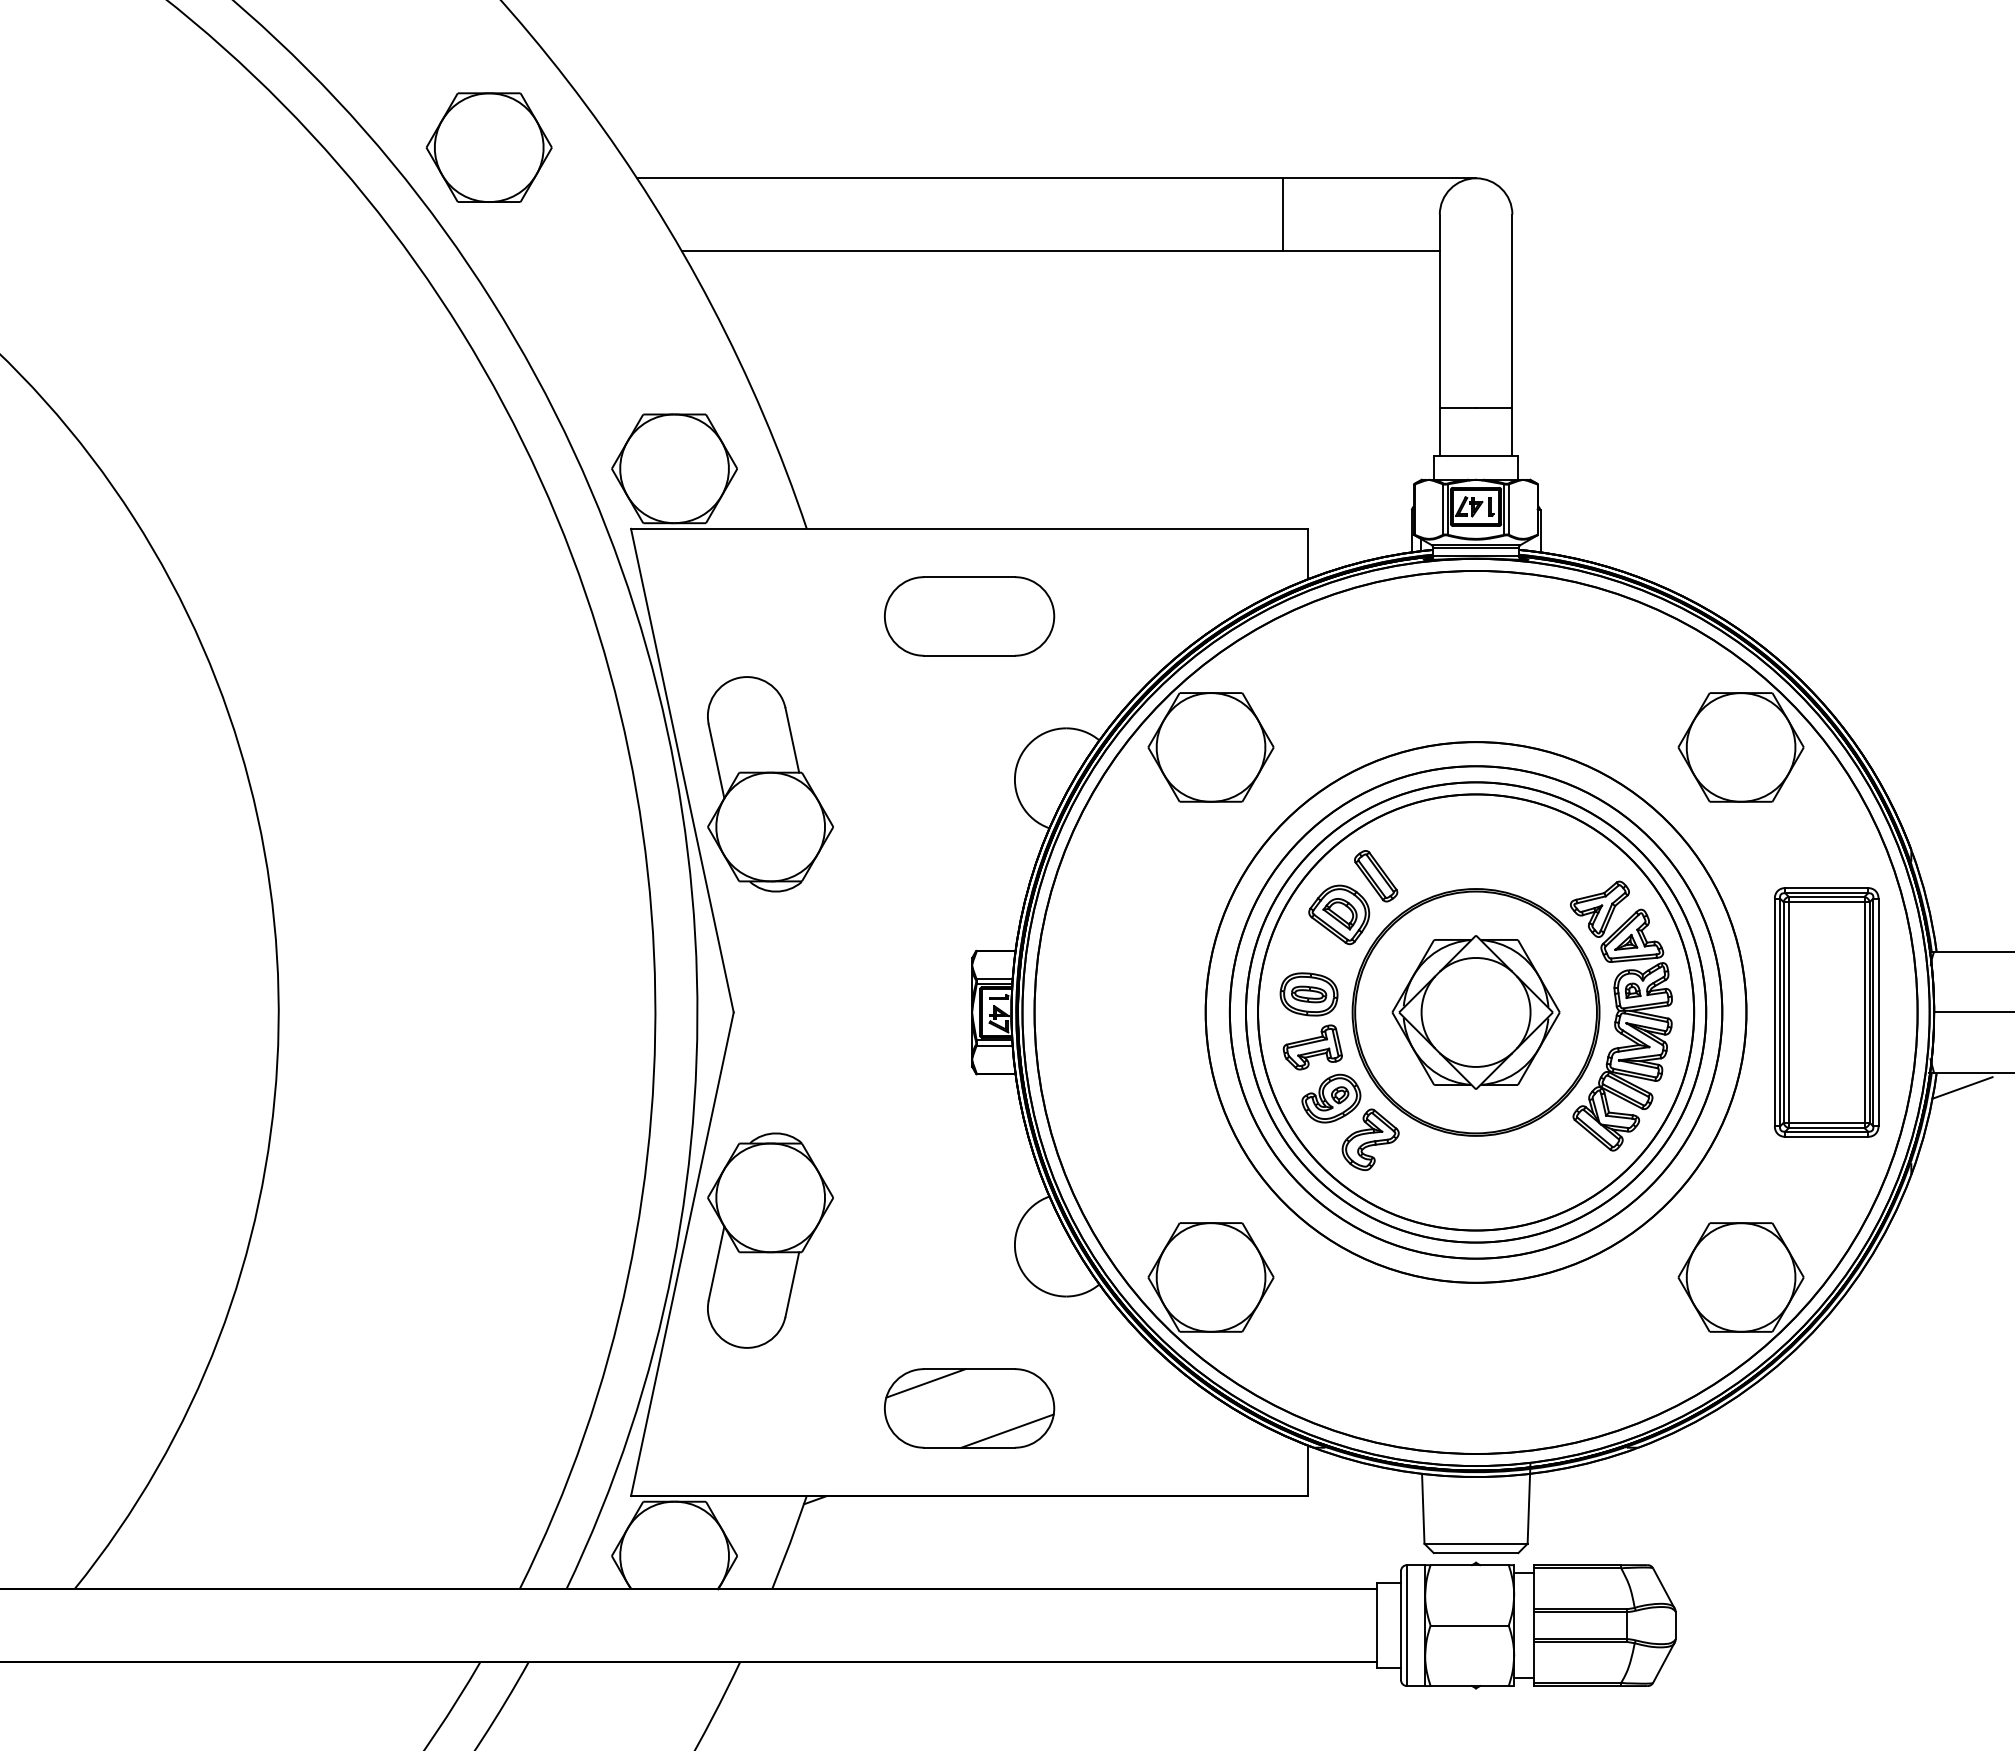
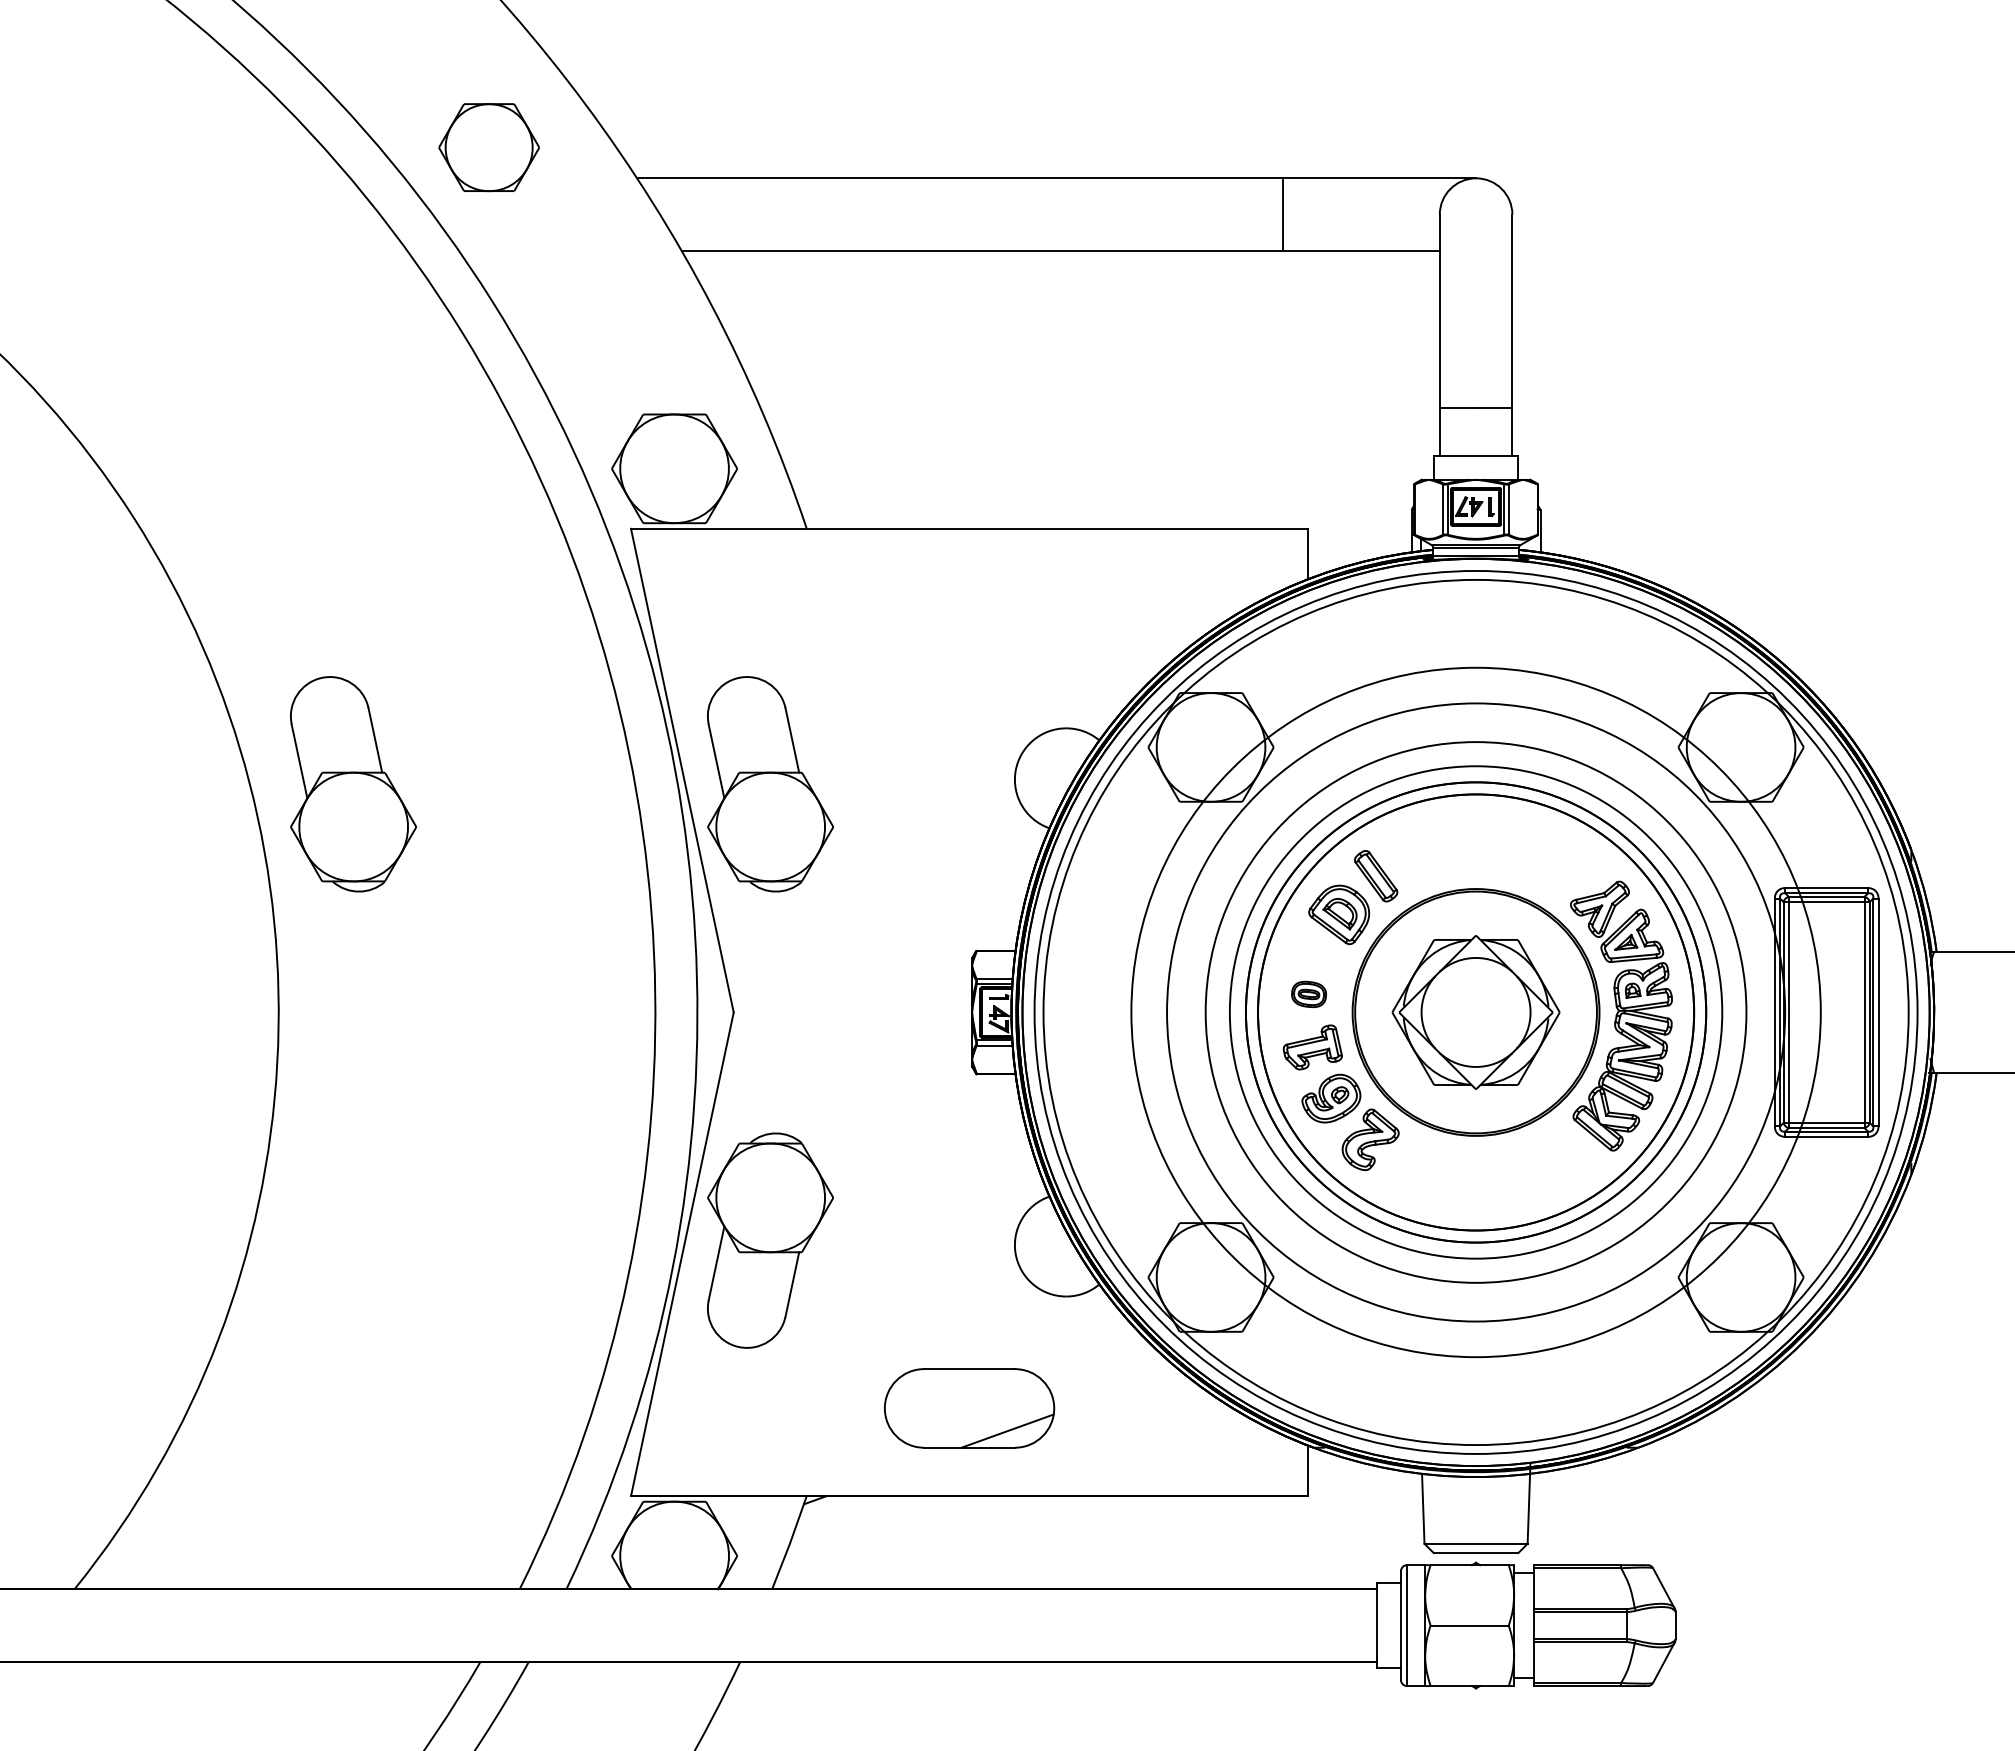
part at (488, 147) size: 128x111 px -> 102x90 px
part at (969, 616): present -> none
part at (353, 784): none -> present
part at (1308, 994) size: 60x45 px -> 36x29 px
circle at (1475, 1012) diameter: 492 px -> 689 px
circle at (1475, 1012) diameter: 541 px -> 865 px
circle at (1475, 1012) diameter: 883 px -> 618 px
line at (1972, 1012): present -> none
line at (1962, 1087): present -> none
line at (925, 1383): present -> none
